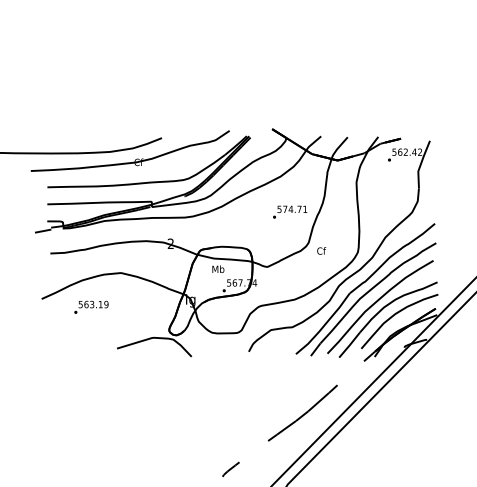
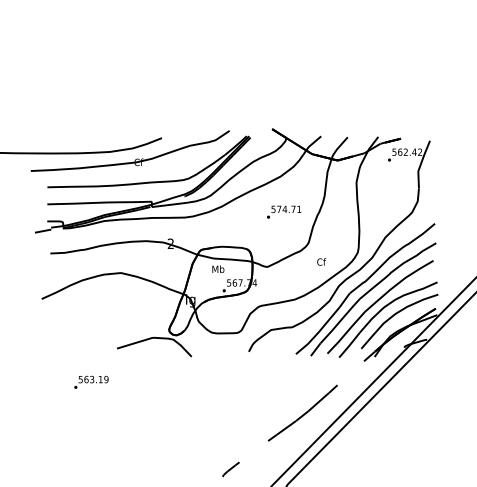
text at (290, 211) position: (290, 211) -> (284, 211)
text at (321, 250) position: (321, 250) -> (321, 261)
text at (91, 306) position: (91, 306) -> (91, 381)
